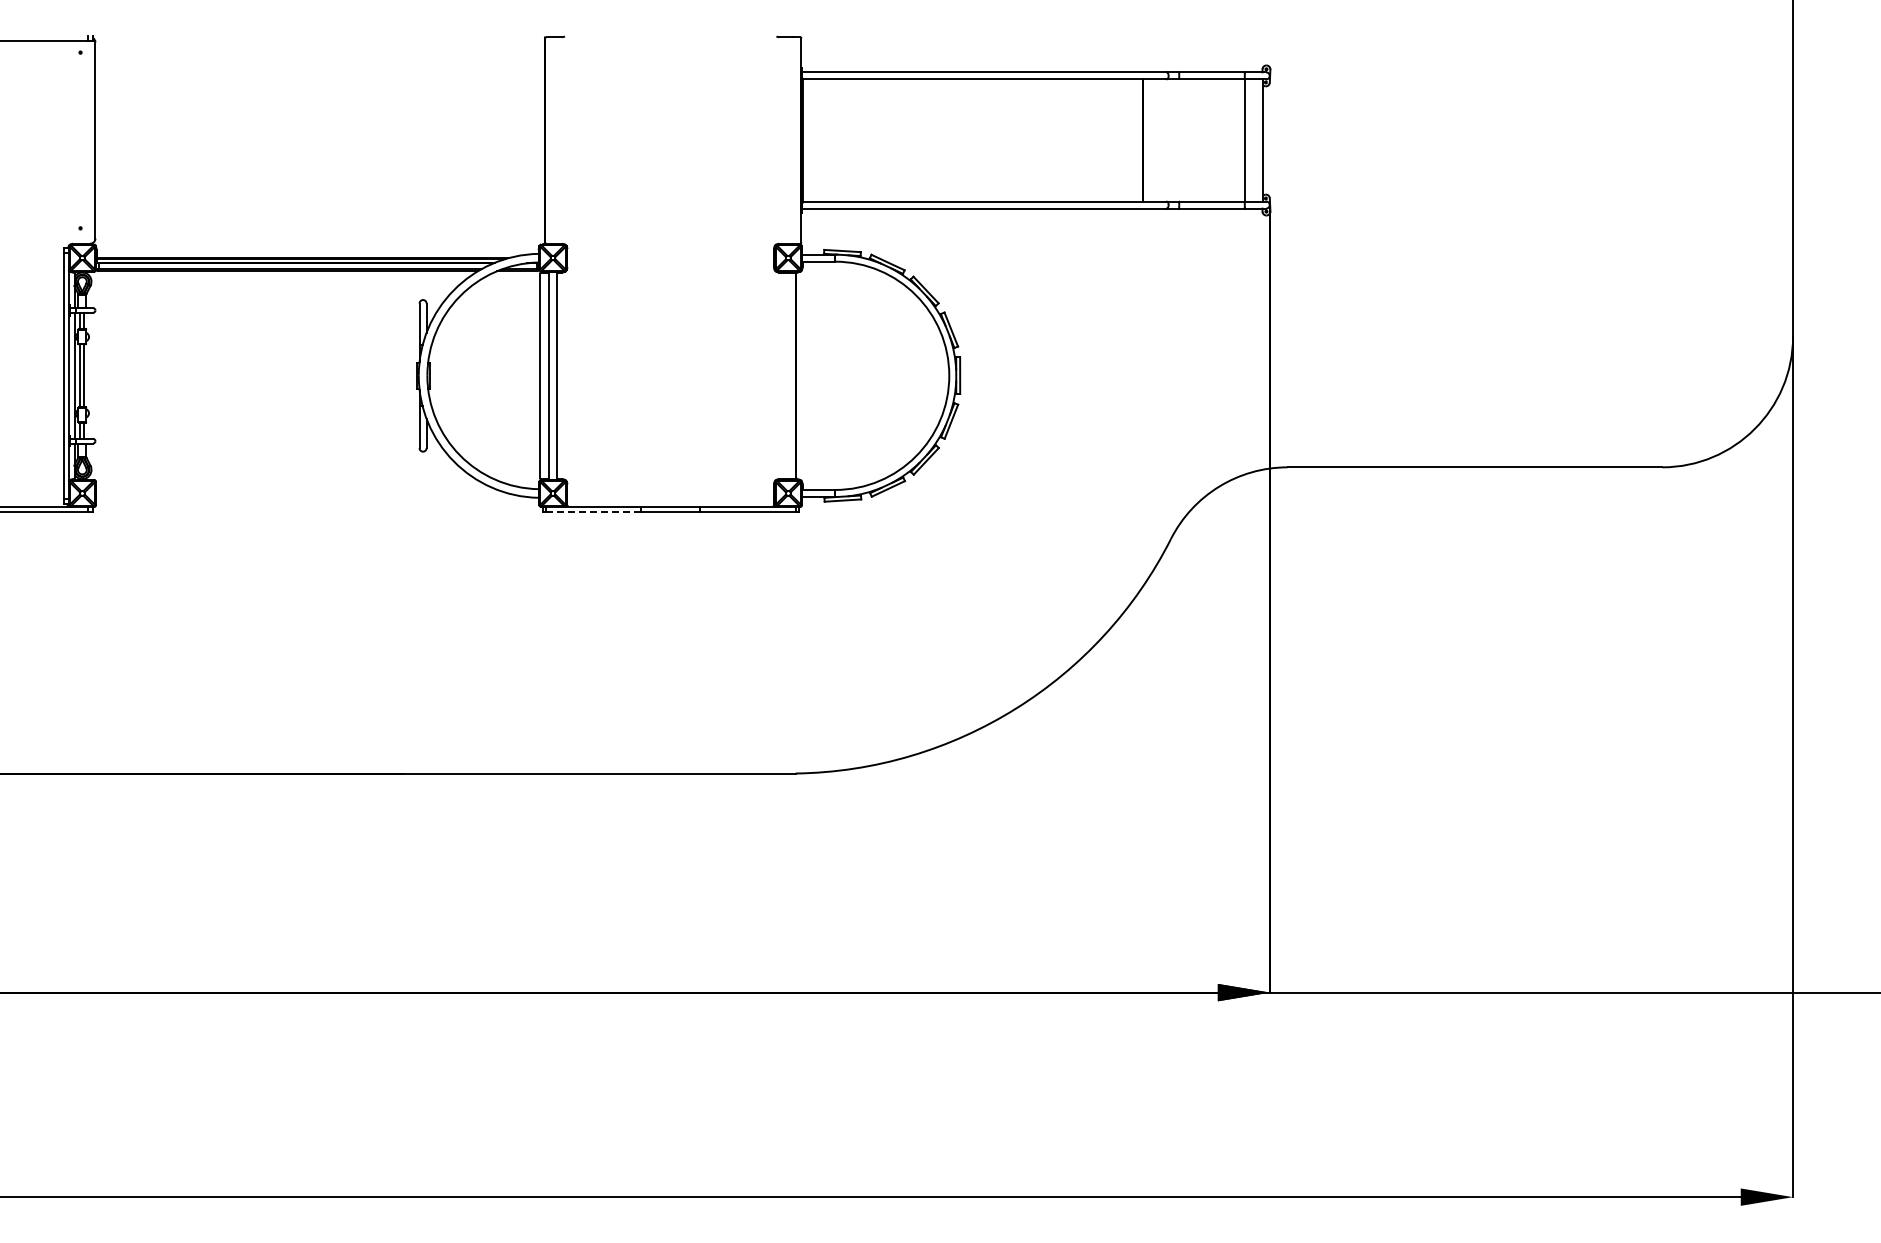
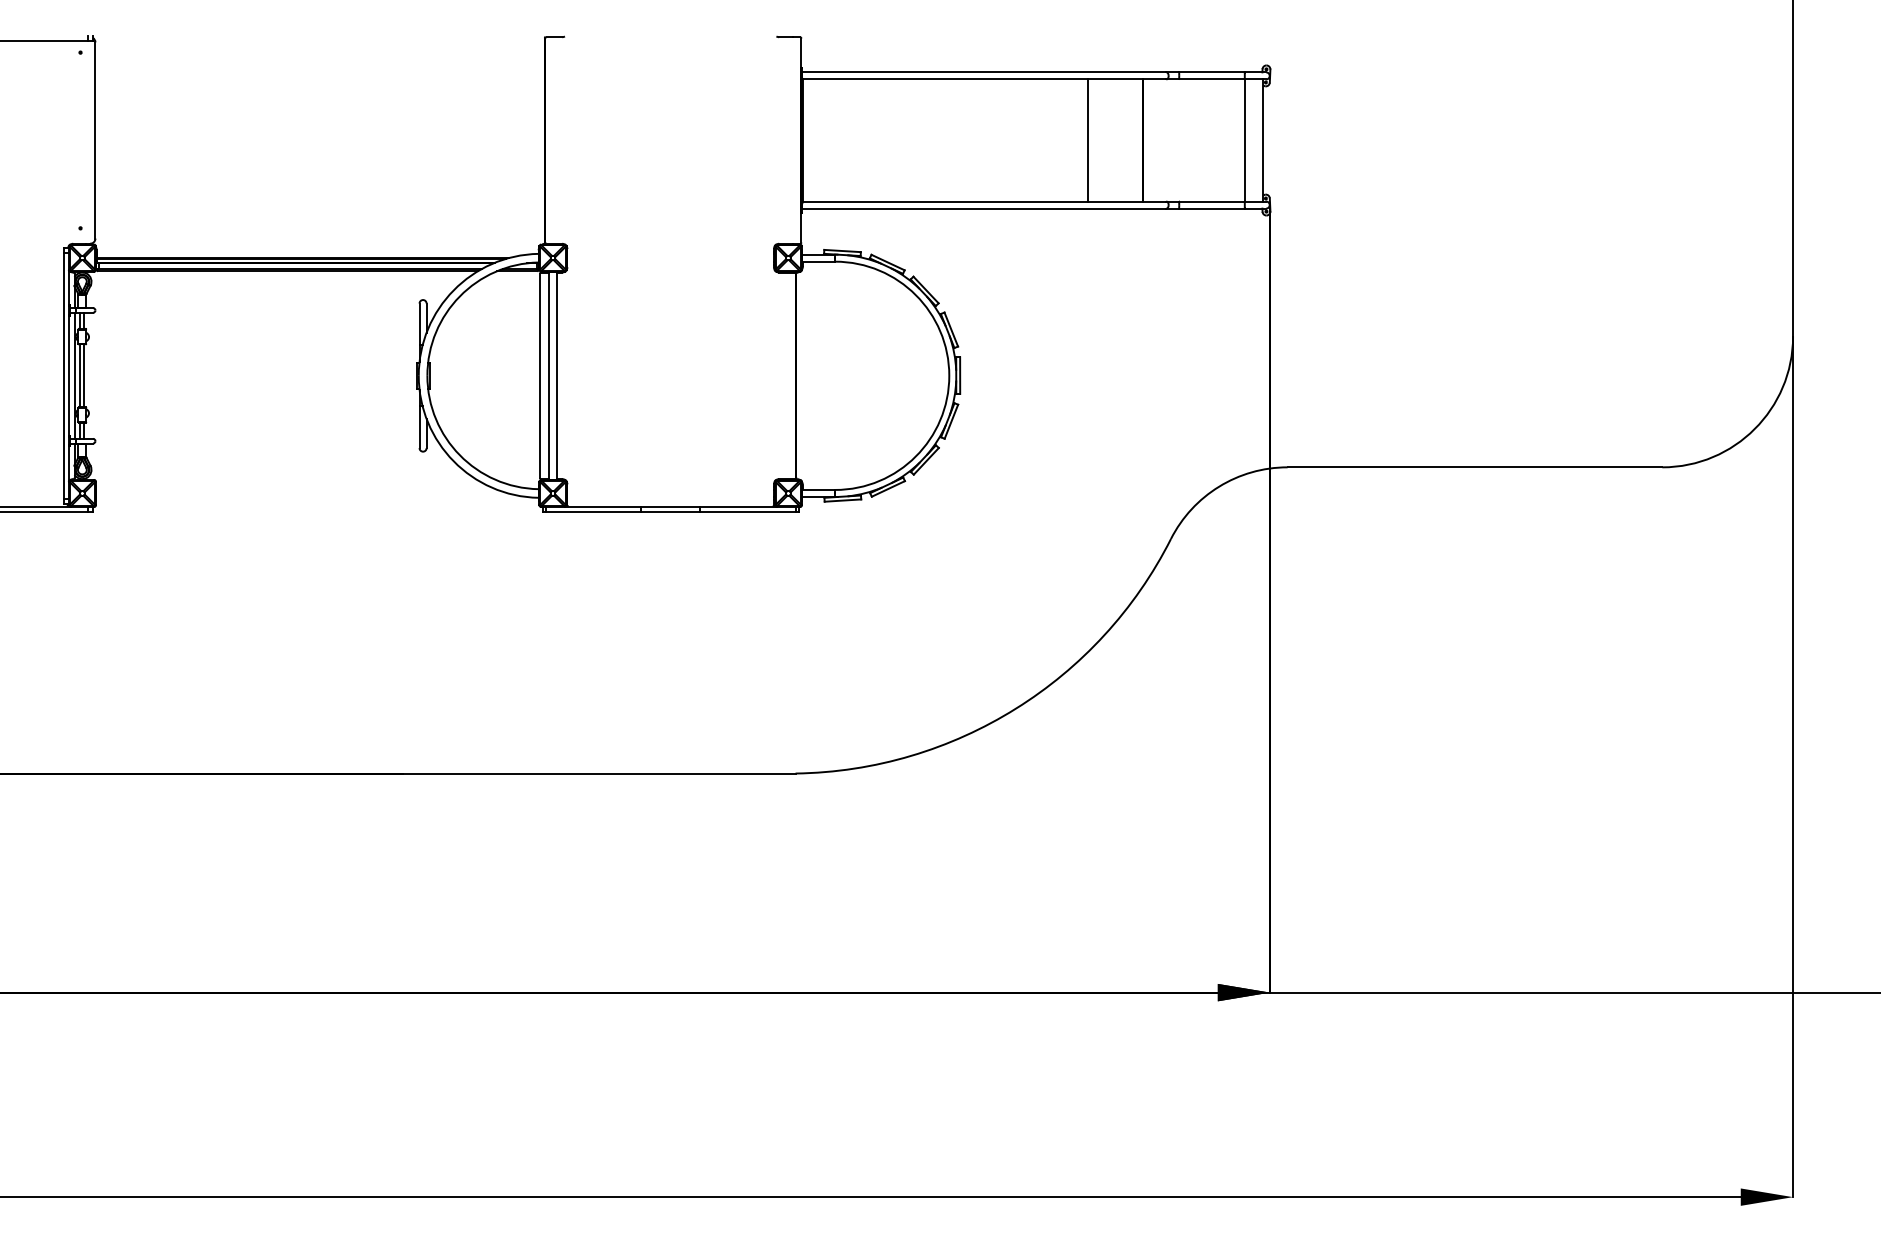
line at (1087, 140): none -> present
line at (593, 512): dashed -> solid
